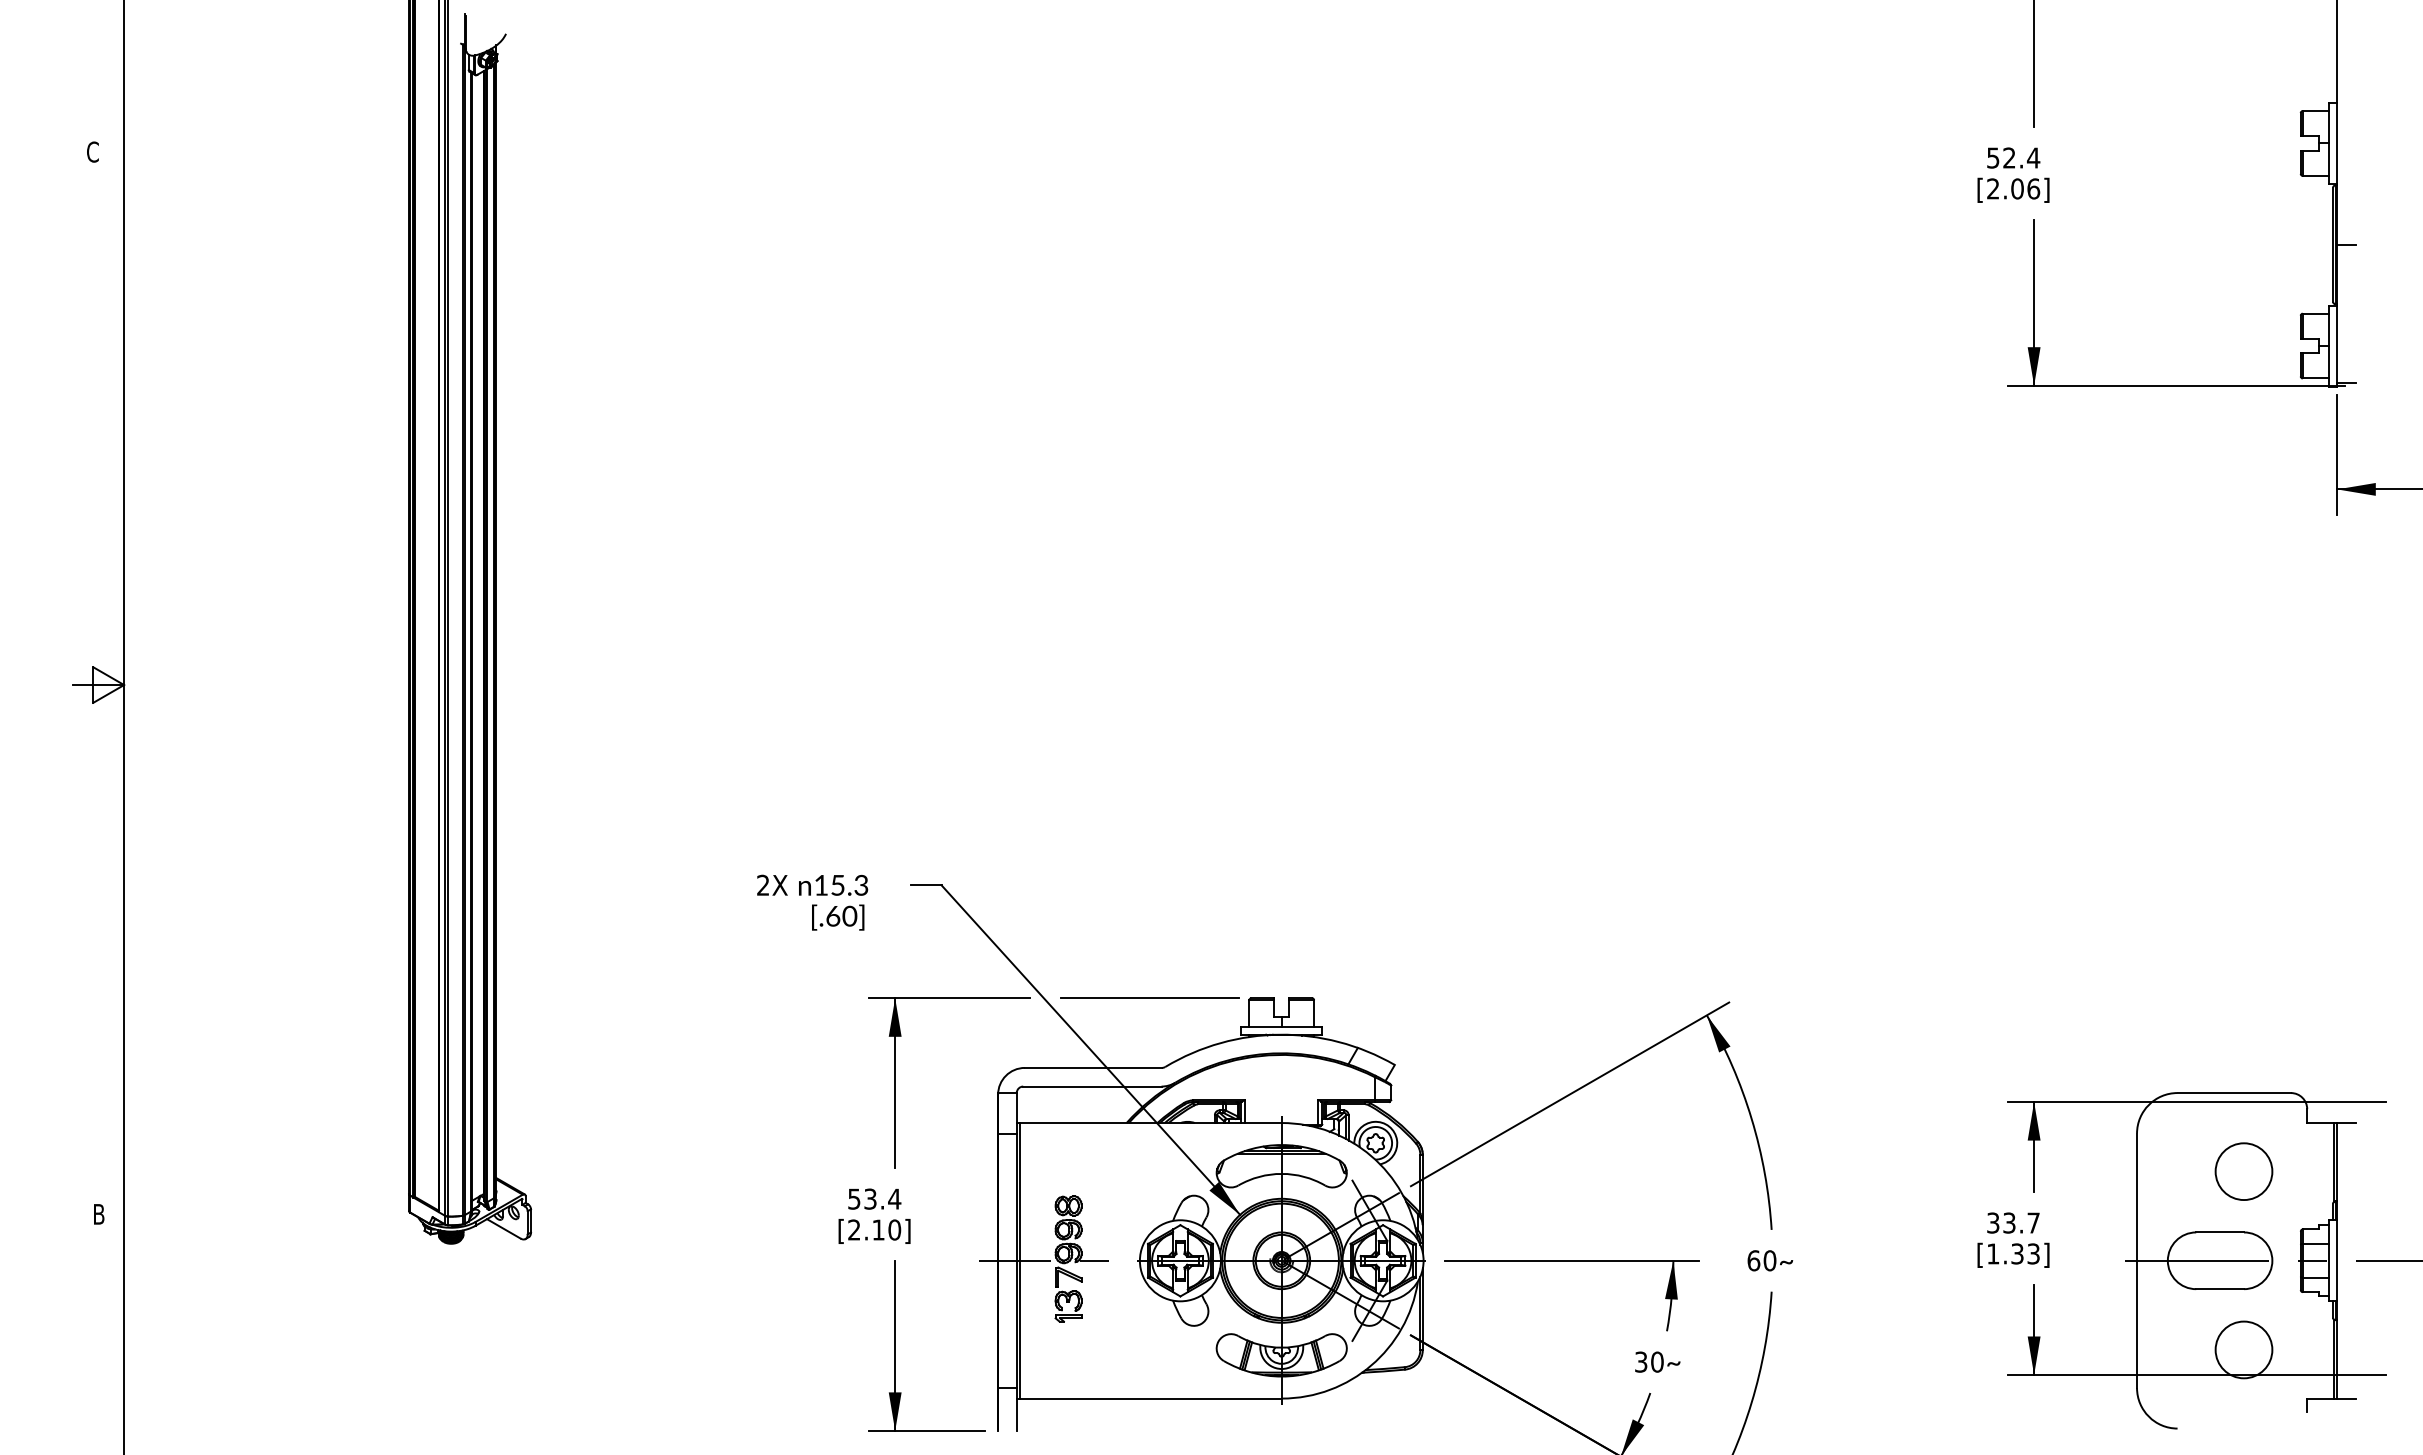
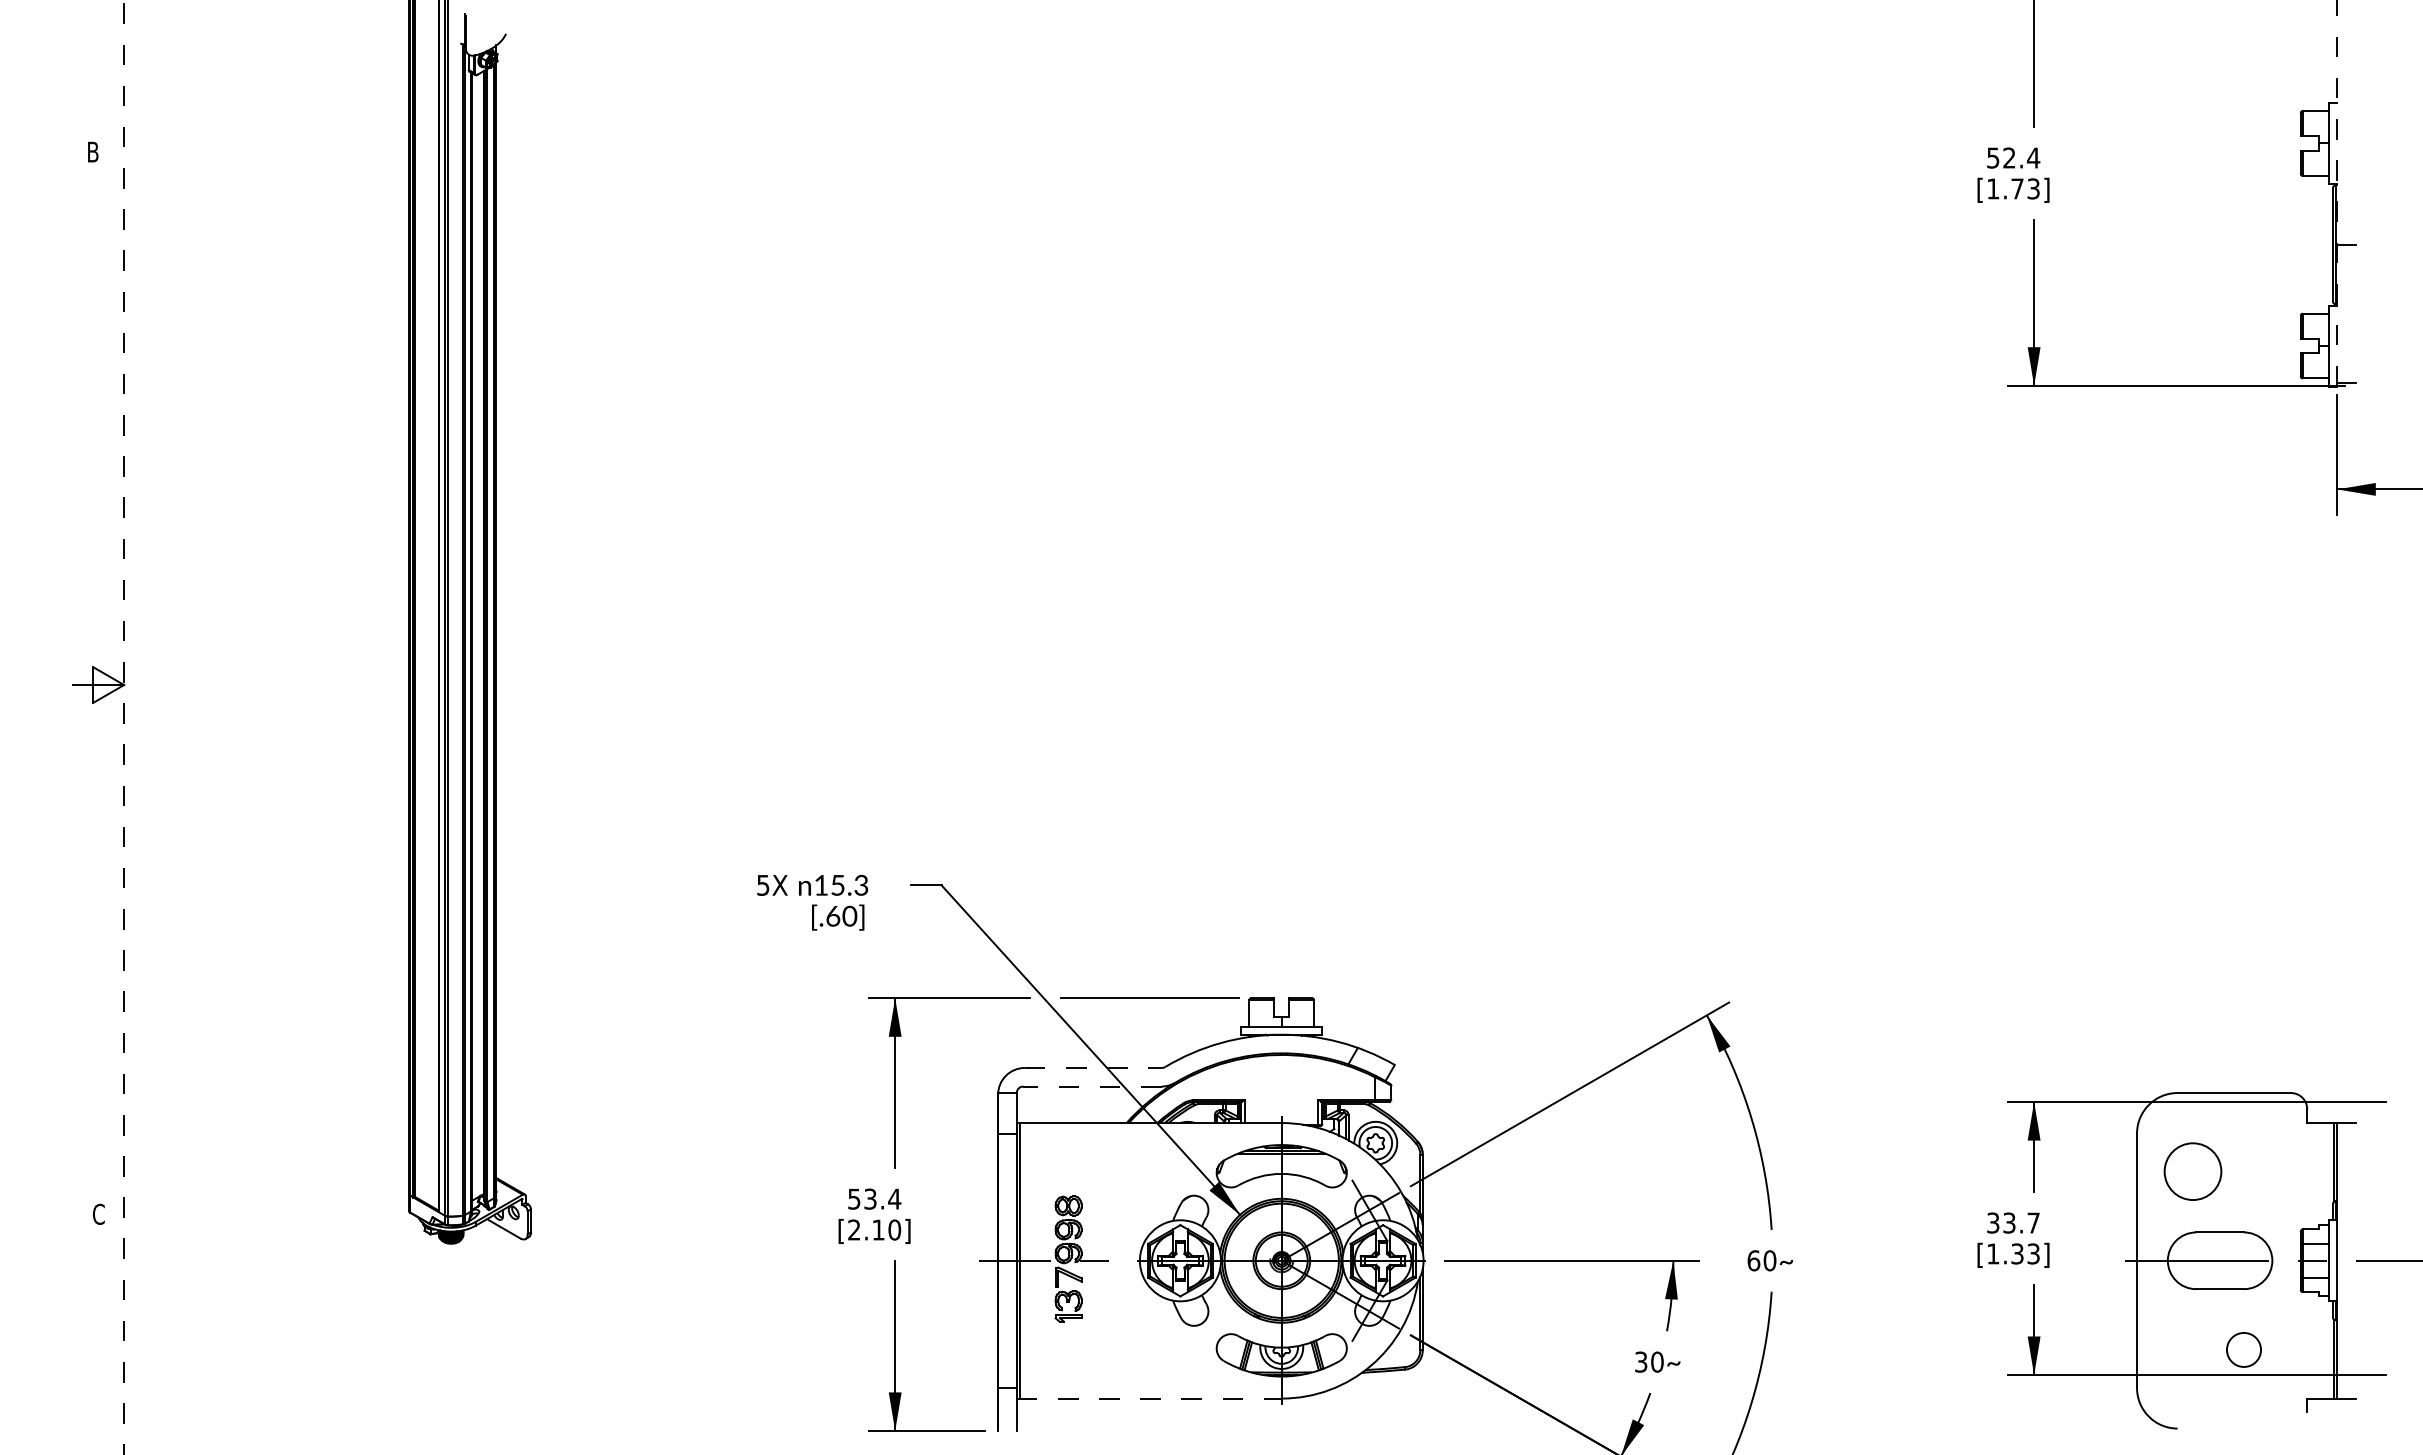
text at (92, 151): C -> B
text at (2013, 188): [2.06] -> [1.73]
line at (2337, 193): solid -> dashed
line at (124, 728): solid -> dashed
text at (763, 884): 2X -> 5X
line at (1093, 1067): solid -> dashed
line at (1091, 1086): solid -> dashed
circle at (2243, 1171) position: (2243, 1171) -> (2192, 1171)
text at (98, 1213): B -> C
circle at (2243, 1349) diameter: 57 px -> 34 px
line at (1149, 1398): solid -> dashed
